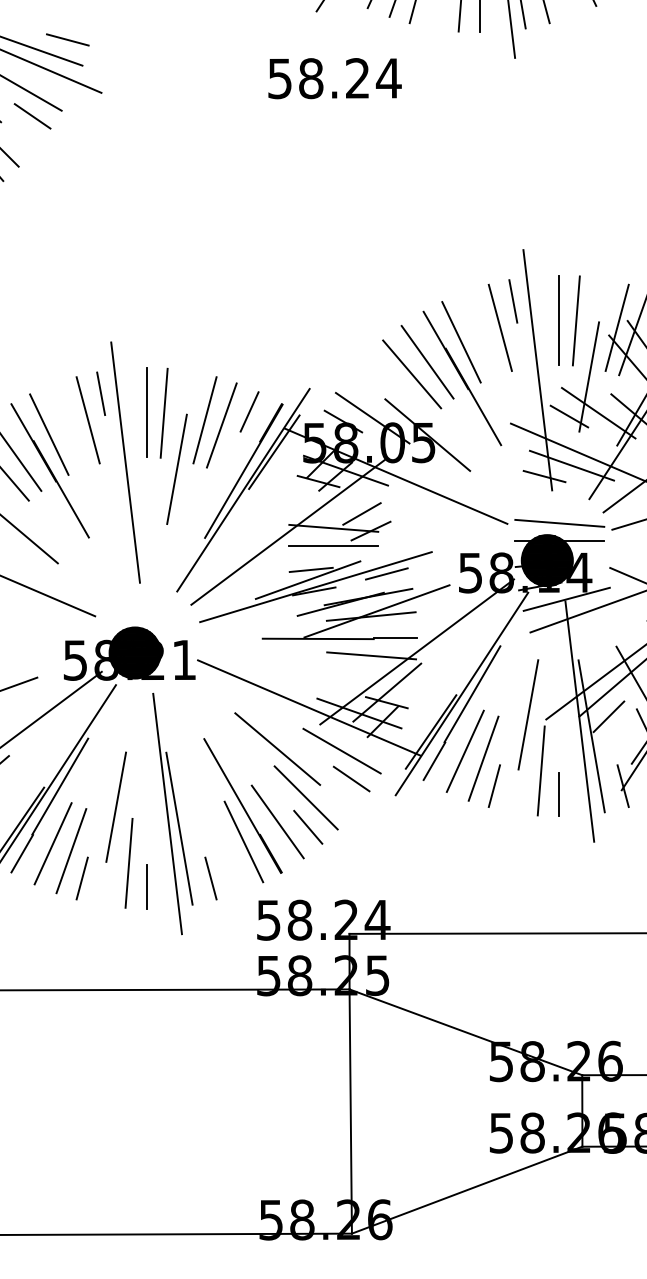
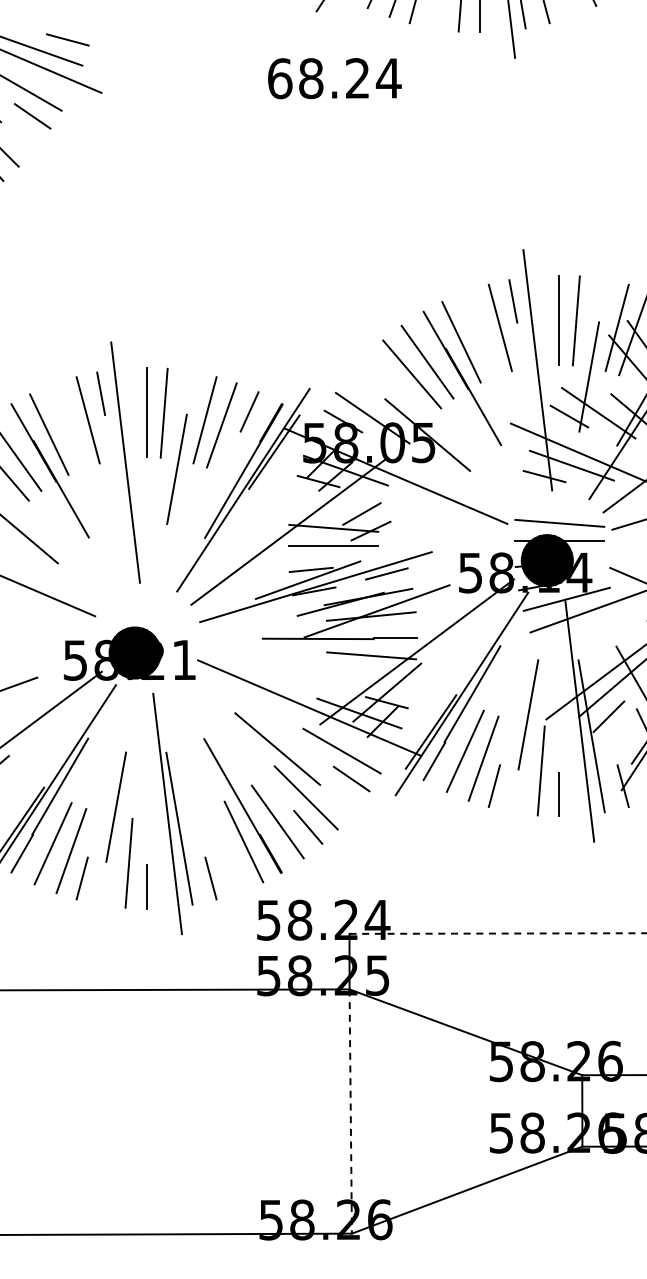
text at (280, 78): 58.24 -> 68.24
line at (498, 933): solid -> dashed
line at (350, 1112): solid -> dashed
